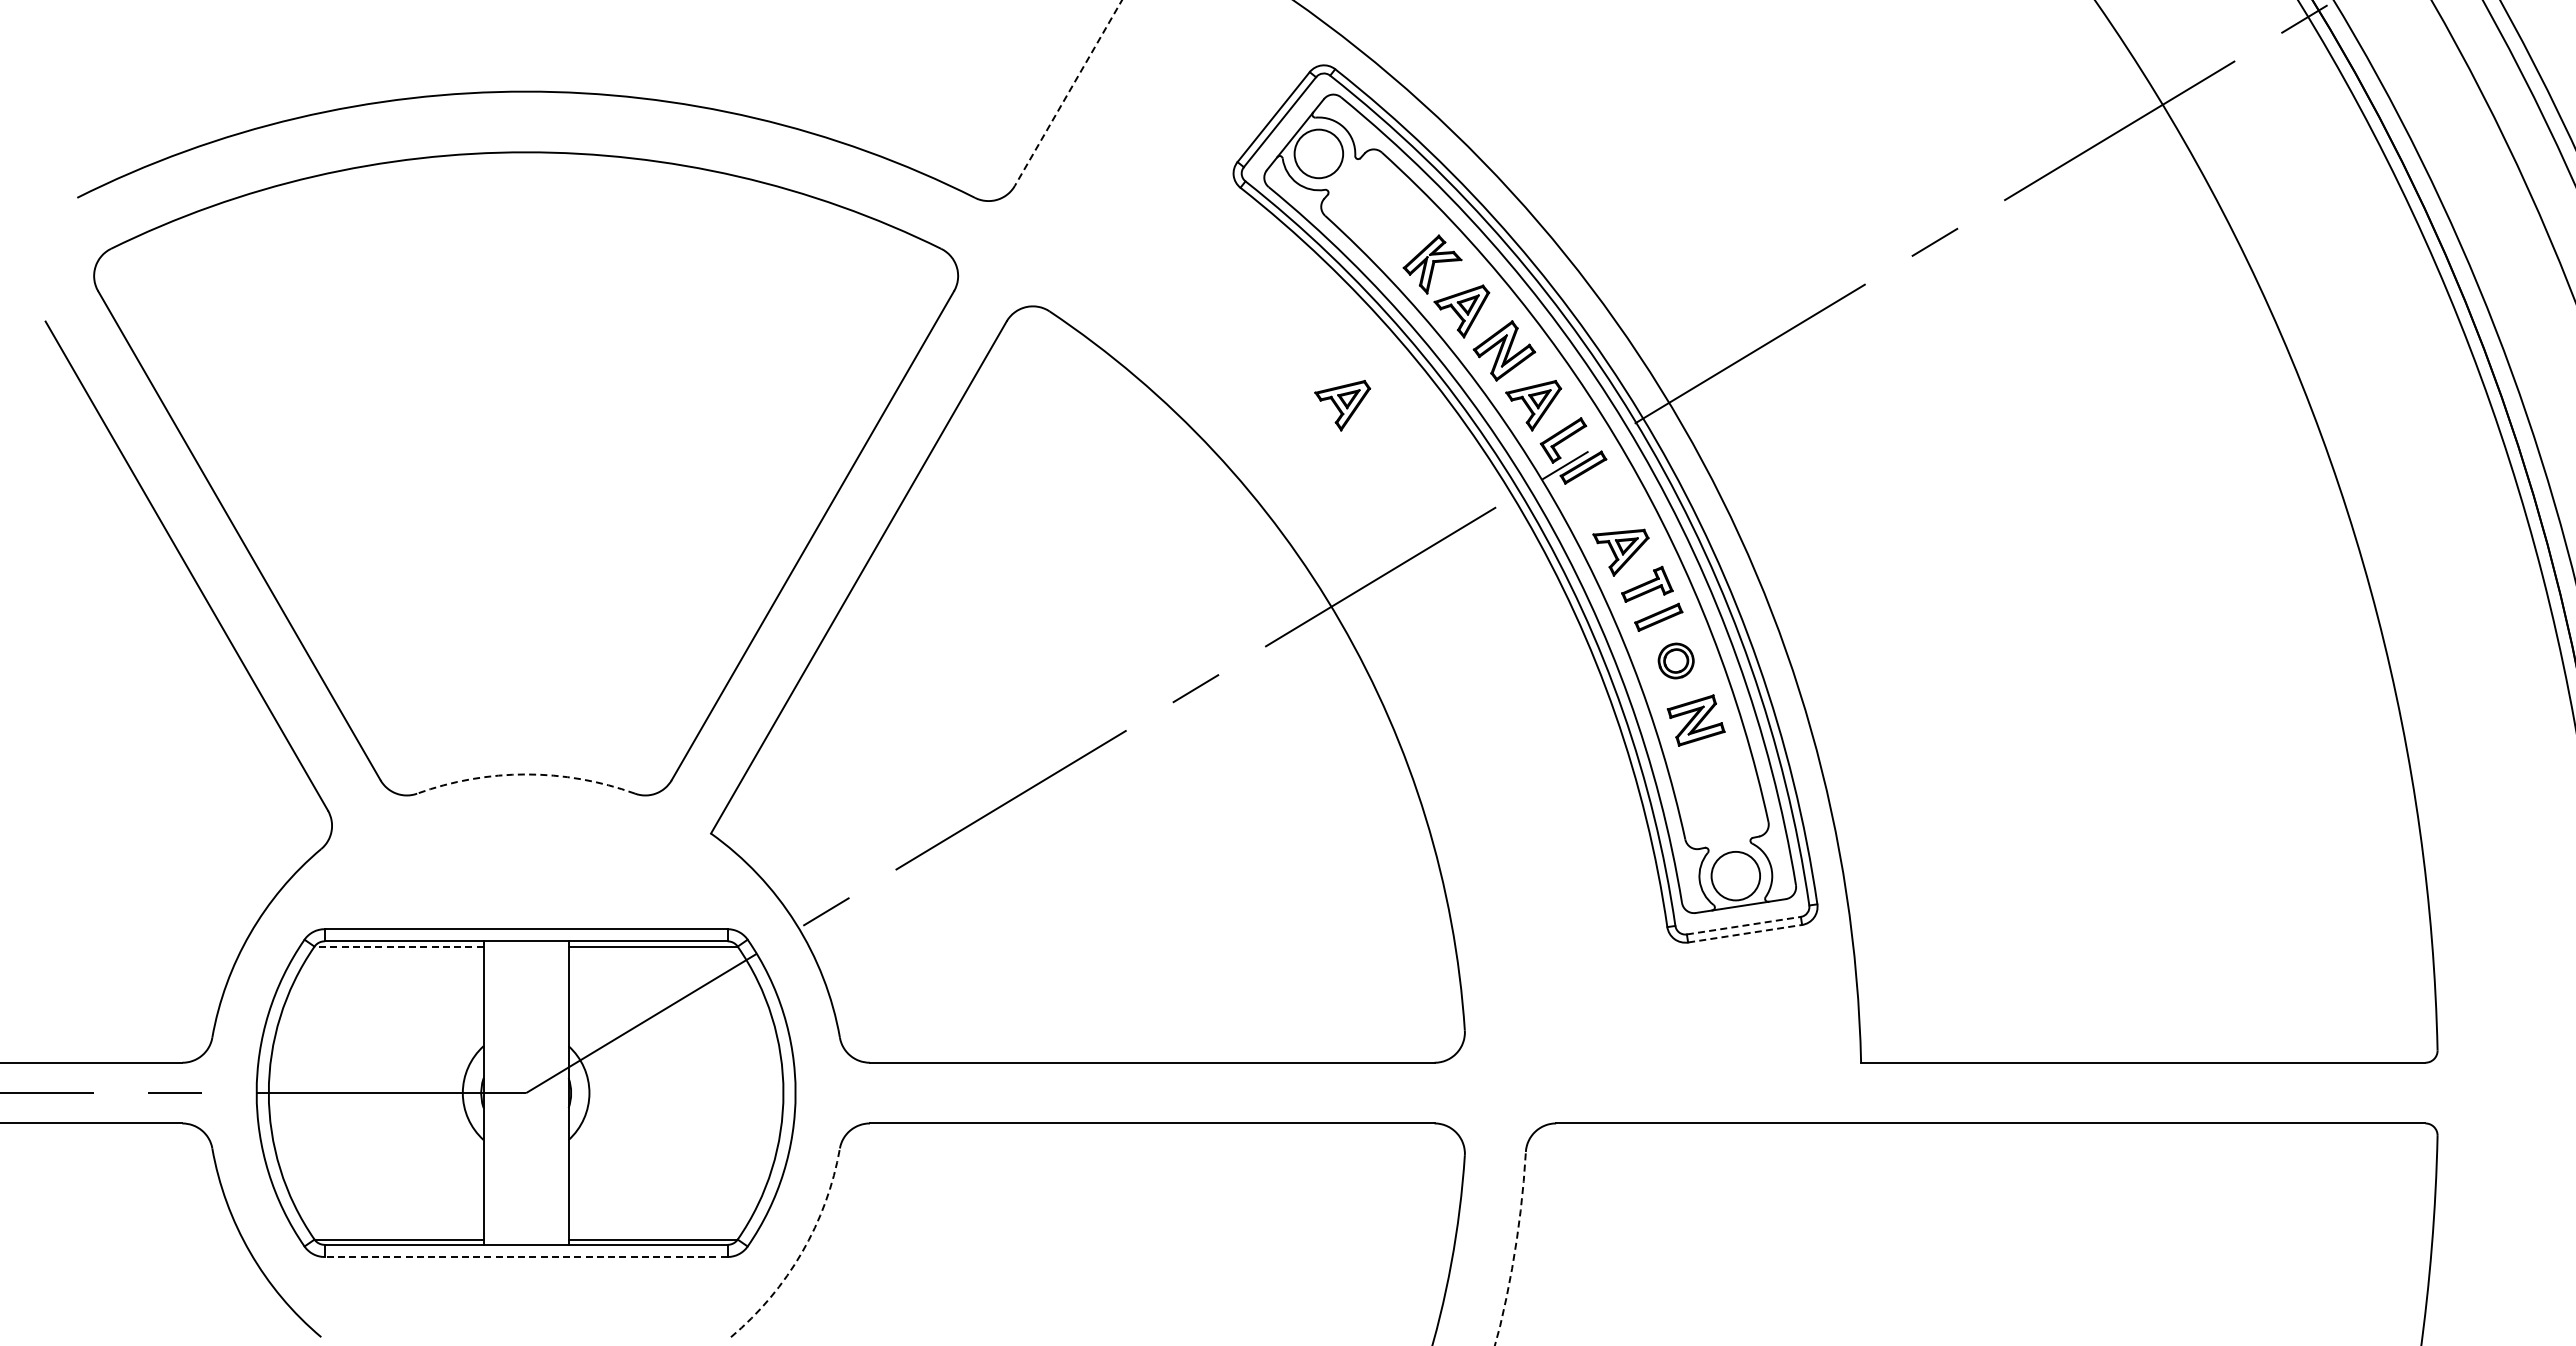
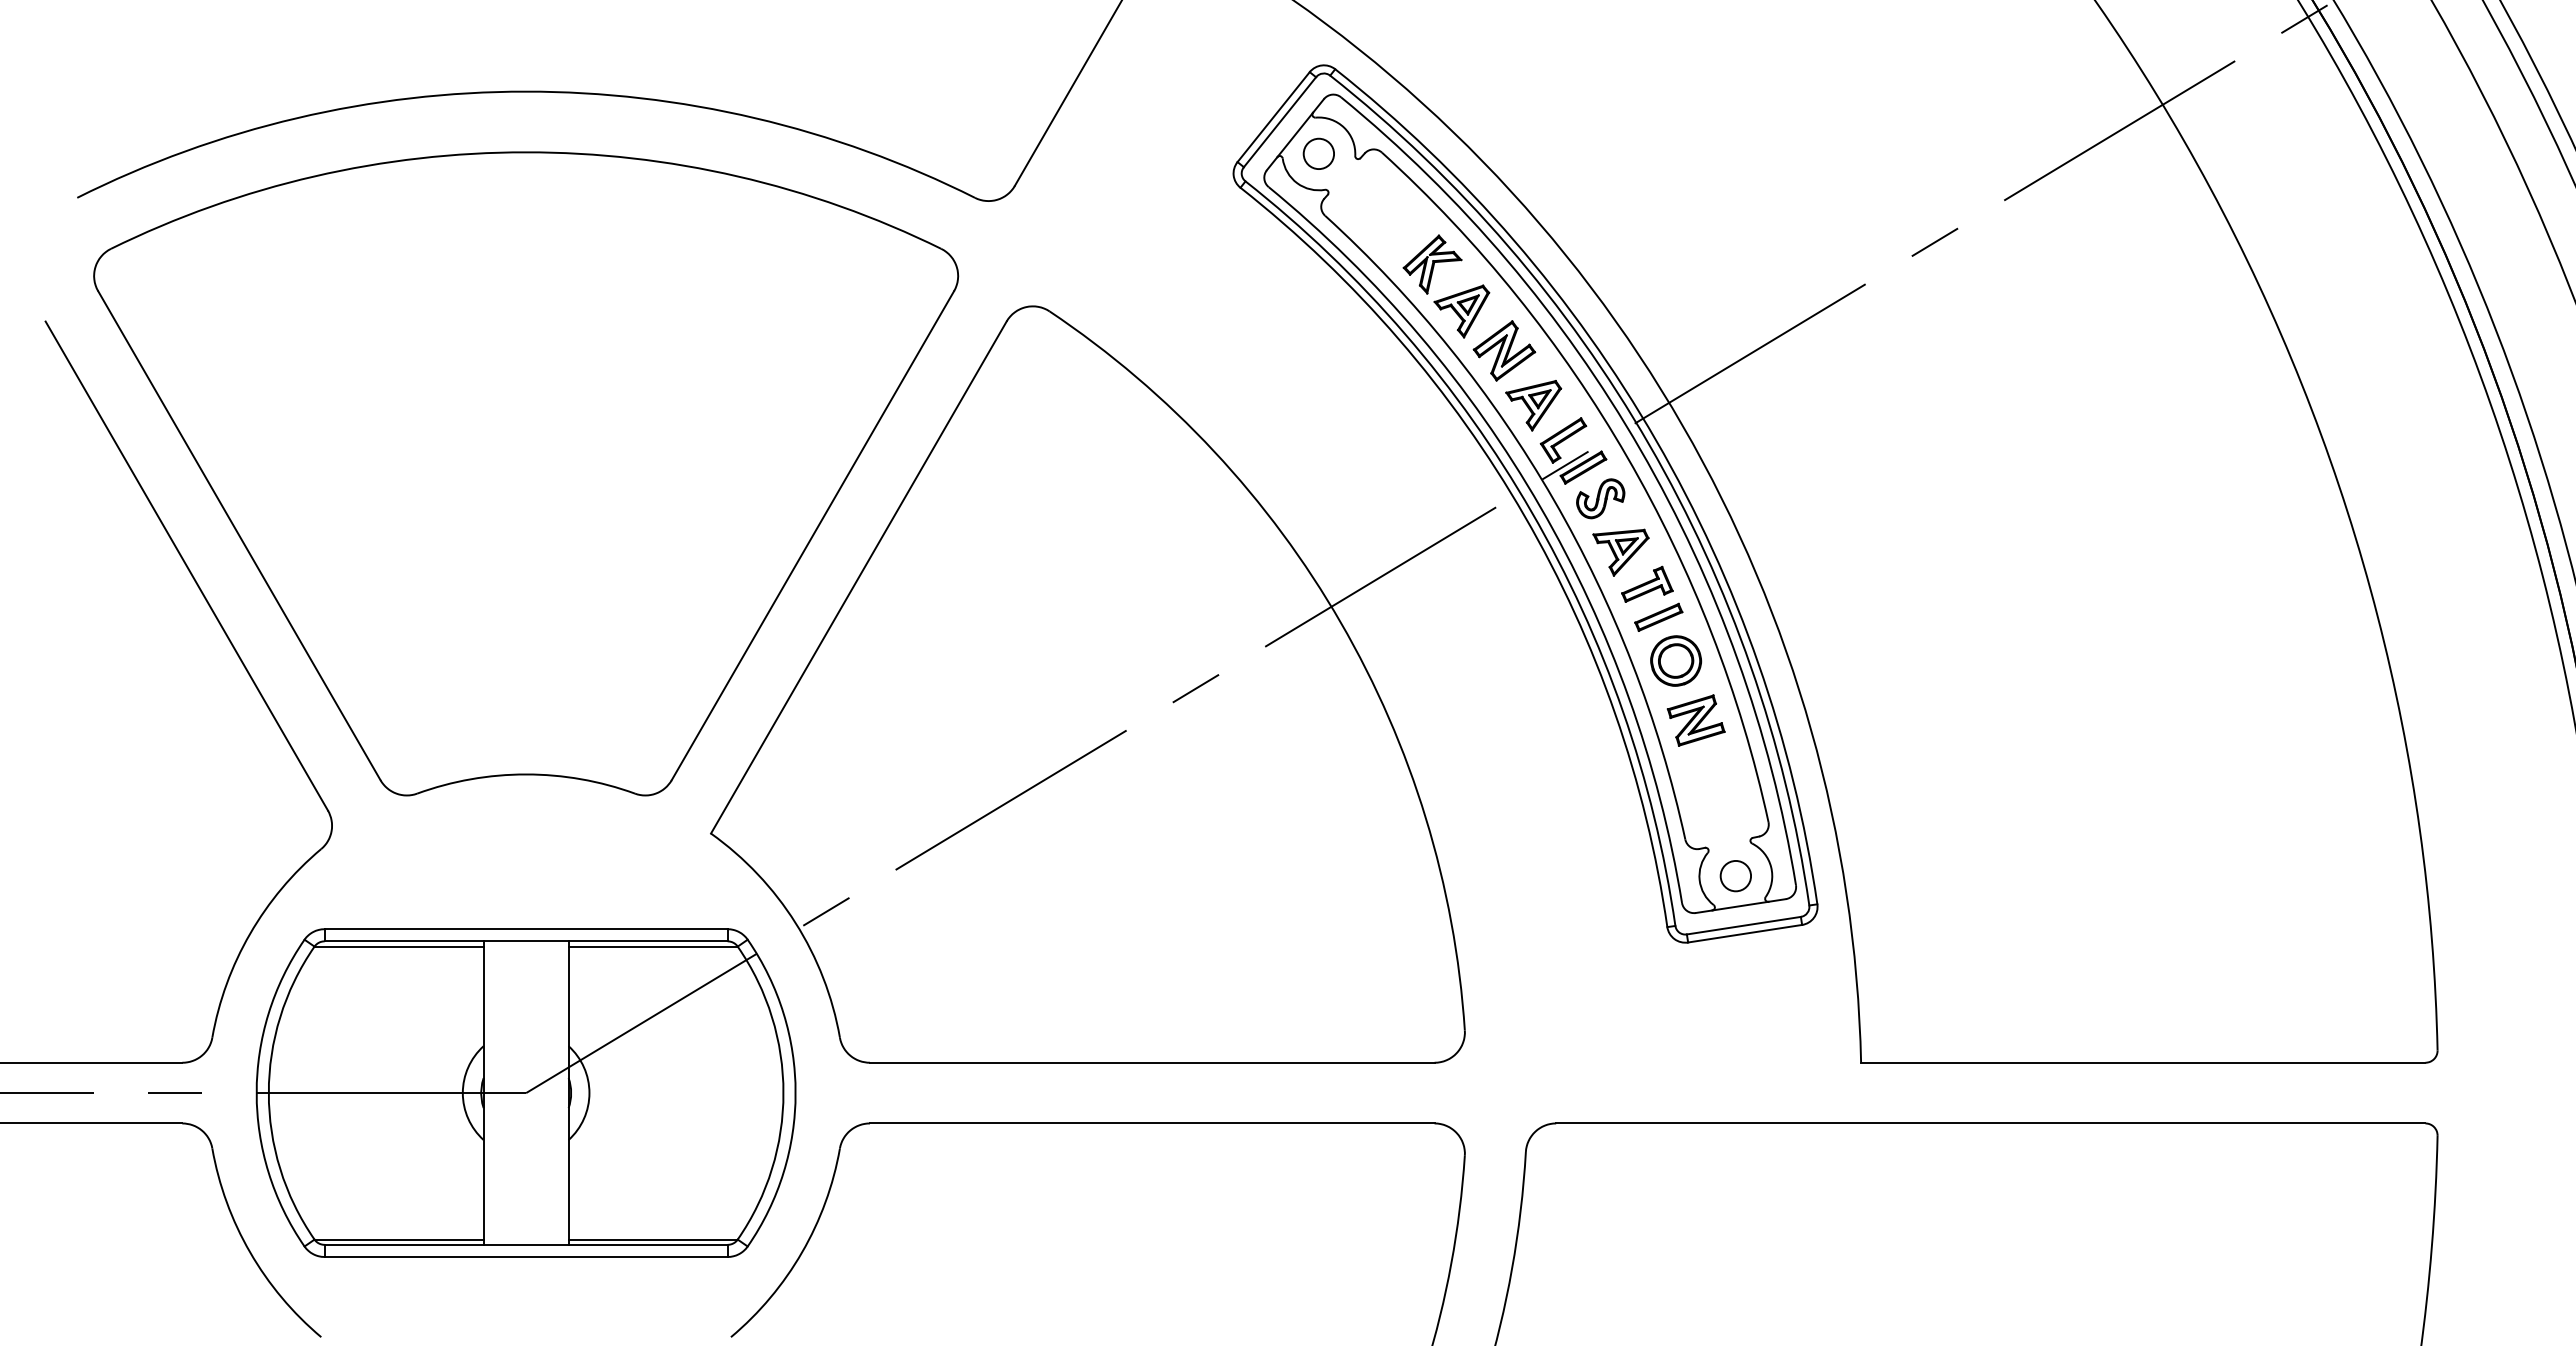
line at (1068, 93): dashed -> solid
circle at (1318, 153) diameter: 49 px -> 30 px
part at (1342, 405): present -> none
part at (1600, 498): none -> present
part at (1675, 660) size: 38x38 px -> 53x52 px
arc at (526, 774): dashed -> solid
circle at (1735, 875) diameter: 49 px -> 30 px
line at (1743, 925): dashed -> solid
line at (1745, 933): dashed -> solid
line at (398, 946): dashed -> solid
arc at (1515, 1249): dashed -> solid
arc at (802, 1252): dashed -> solid
line at (526, 1256): dashed -> solid
